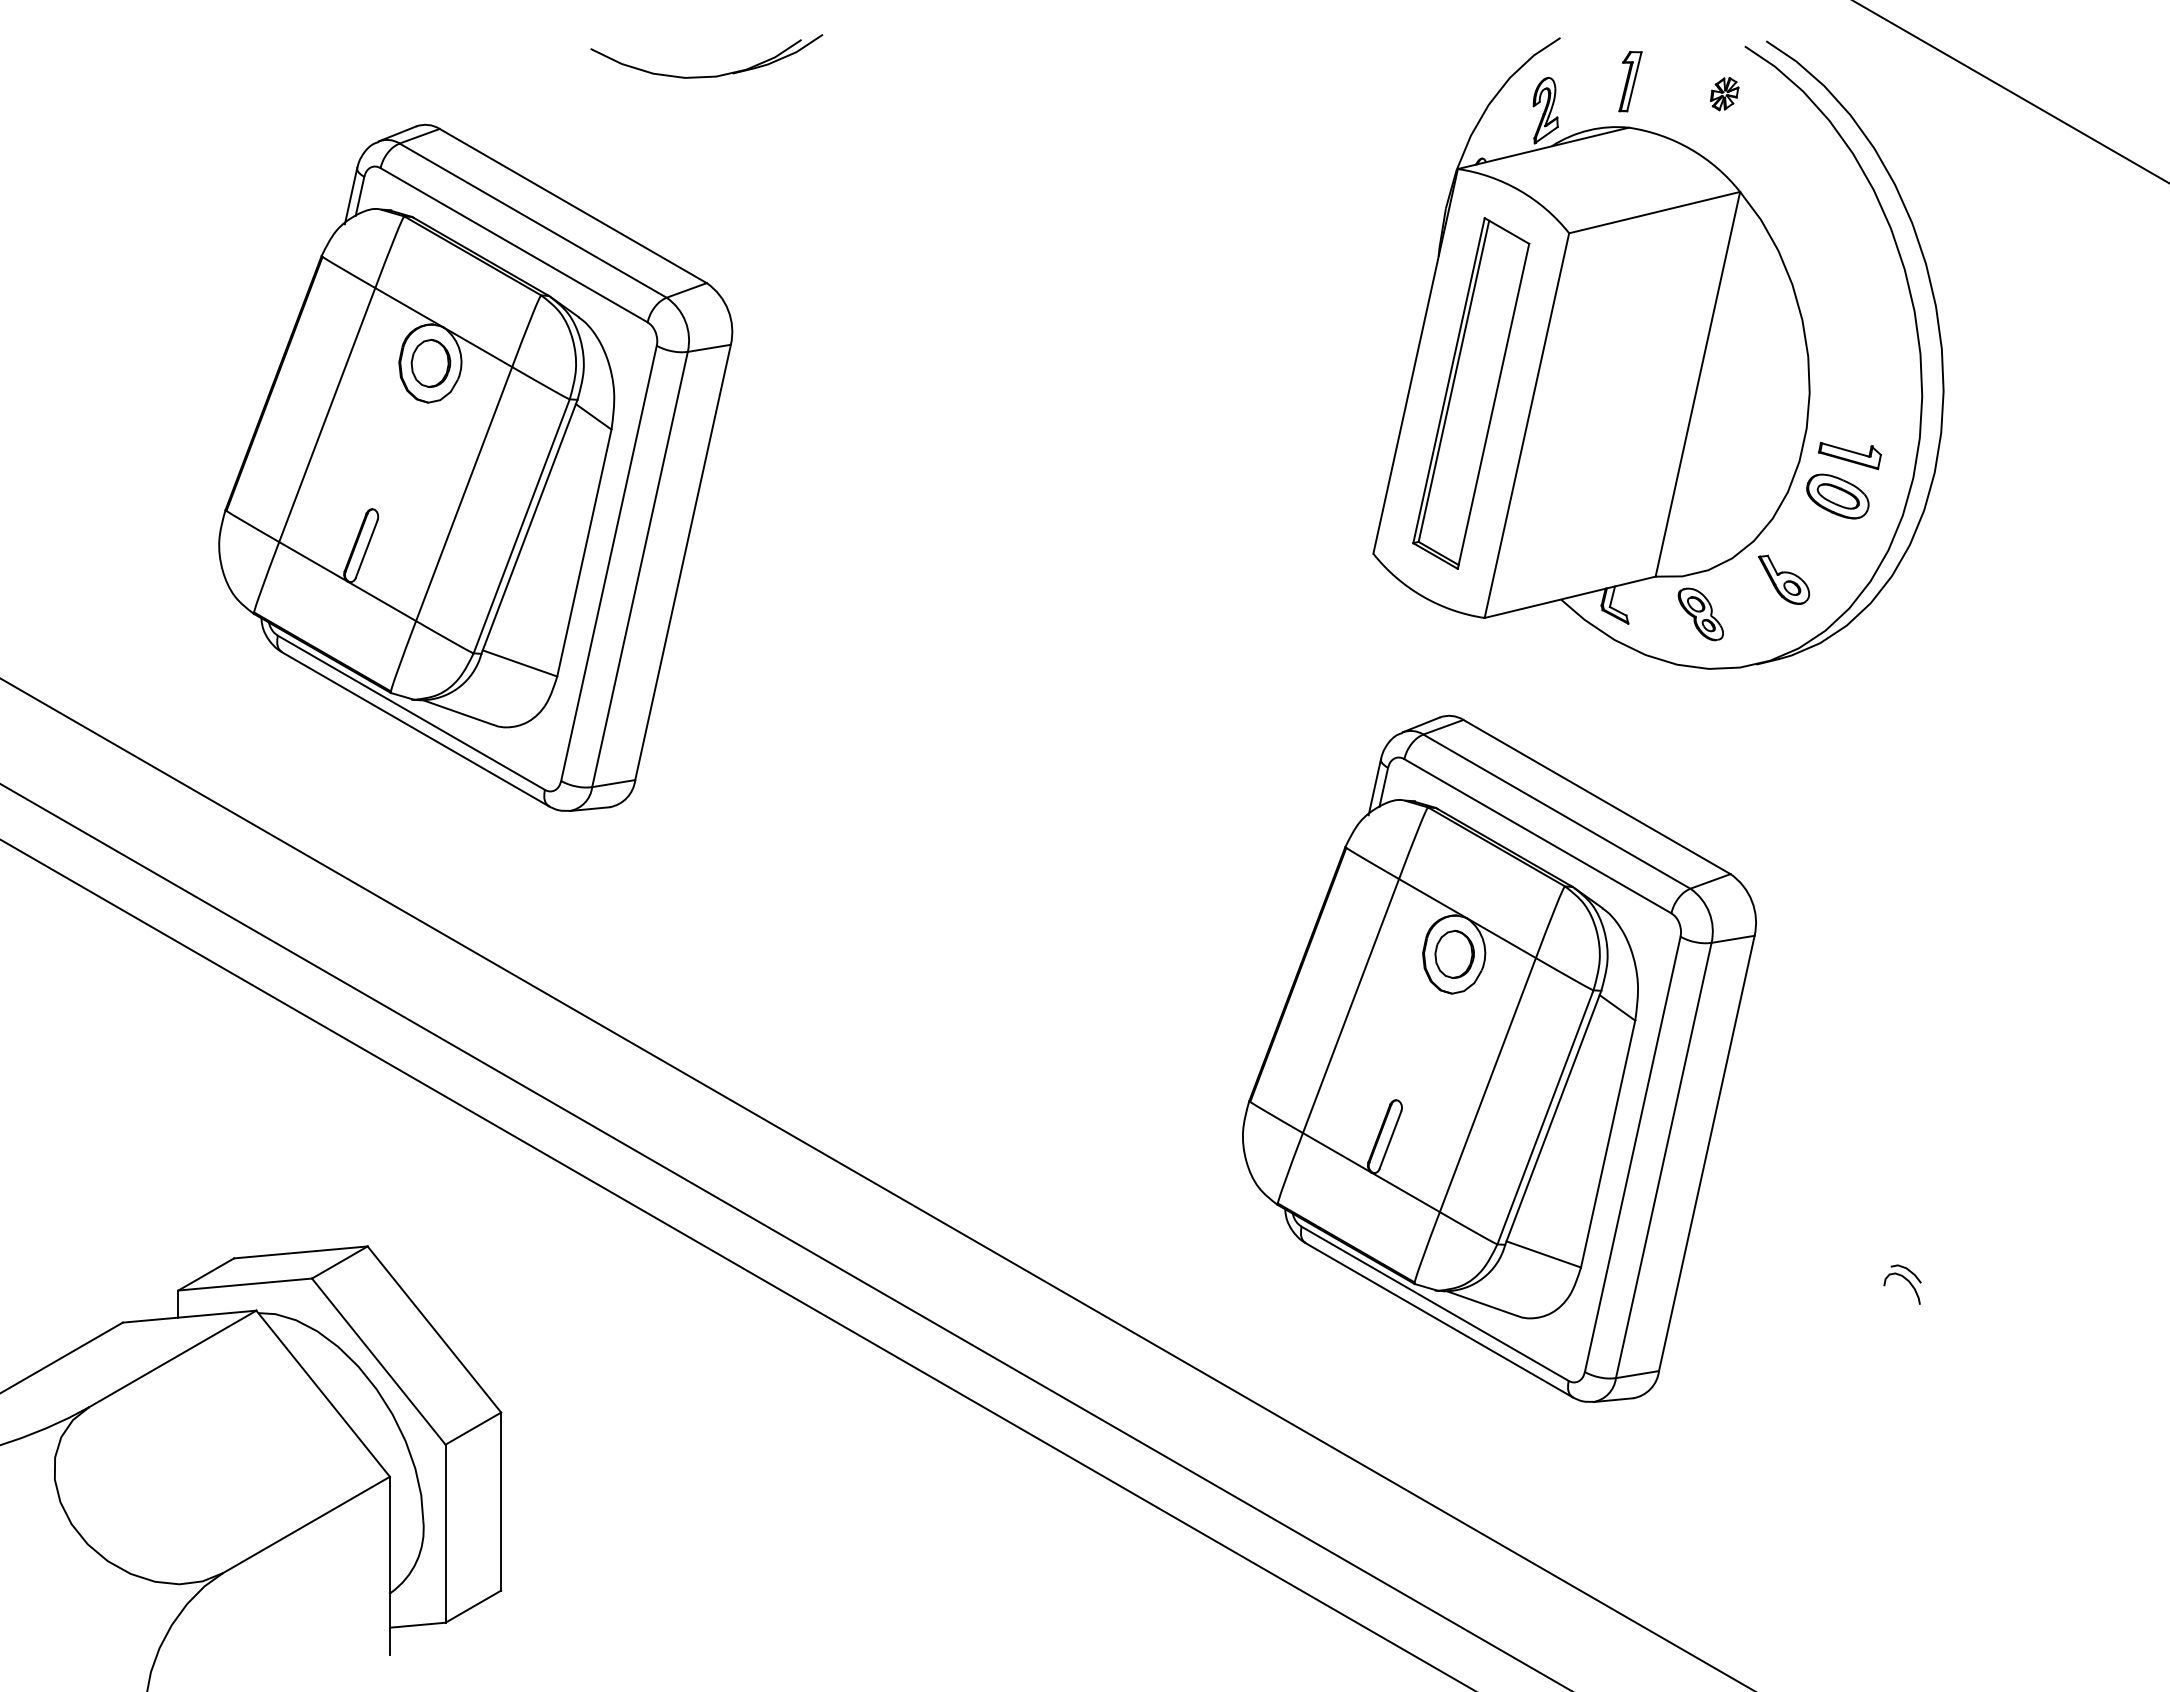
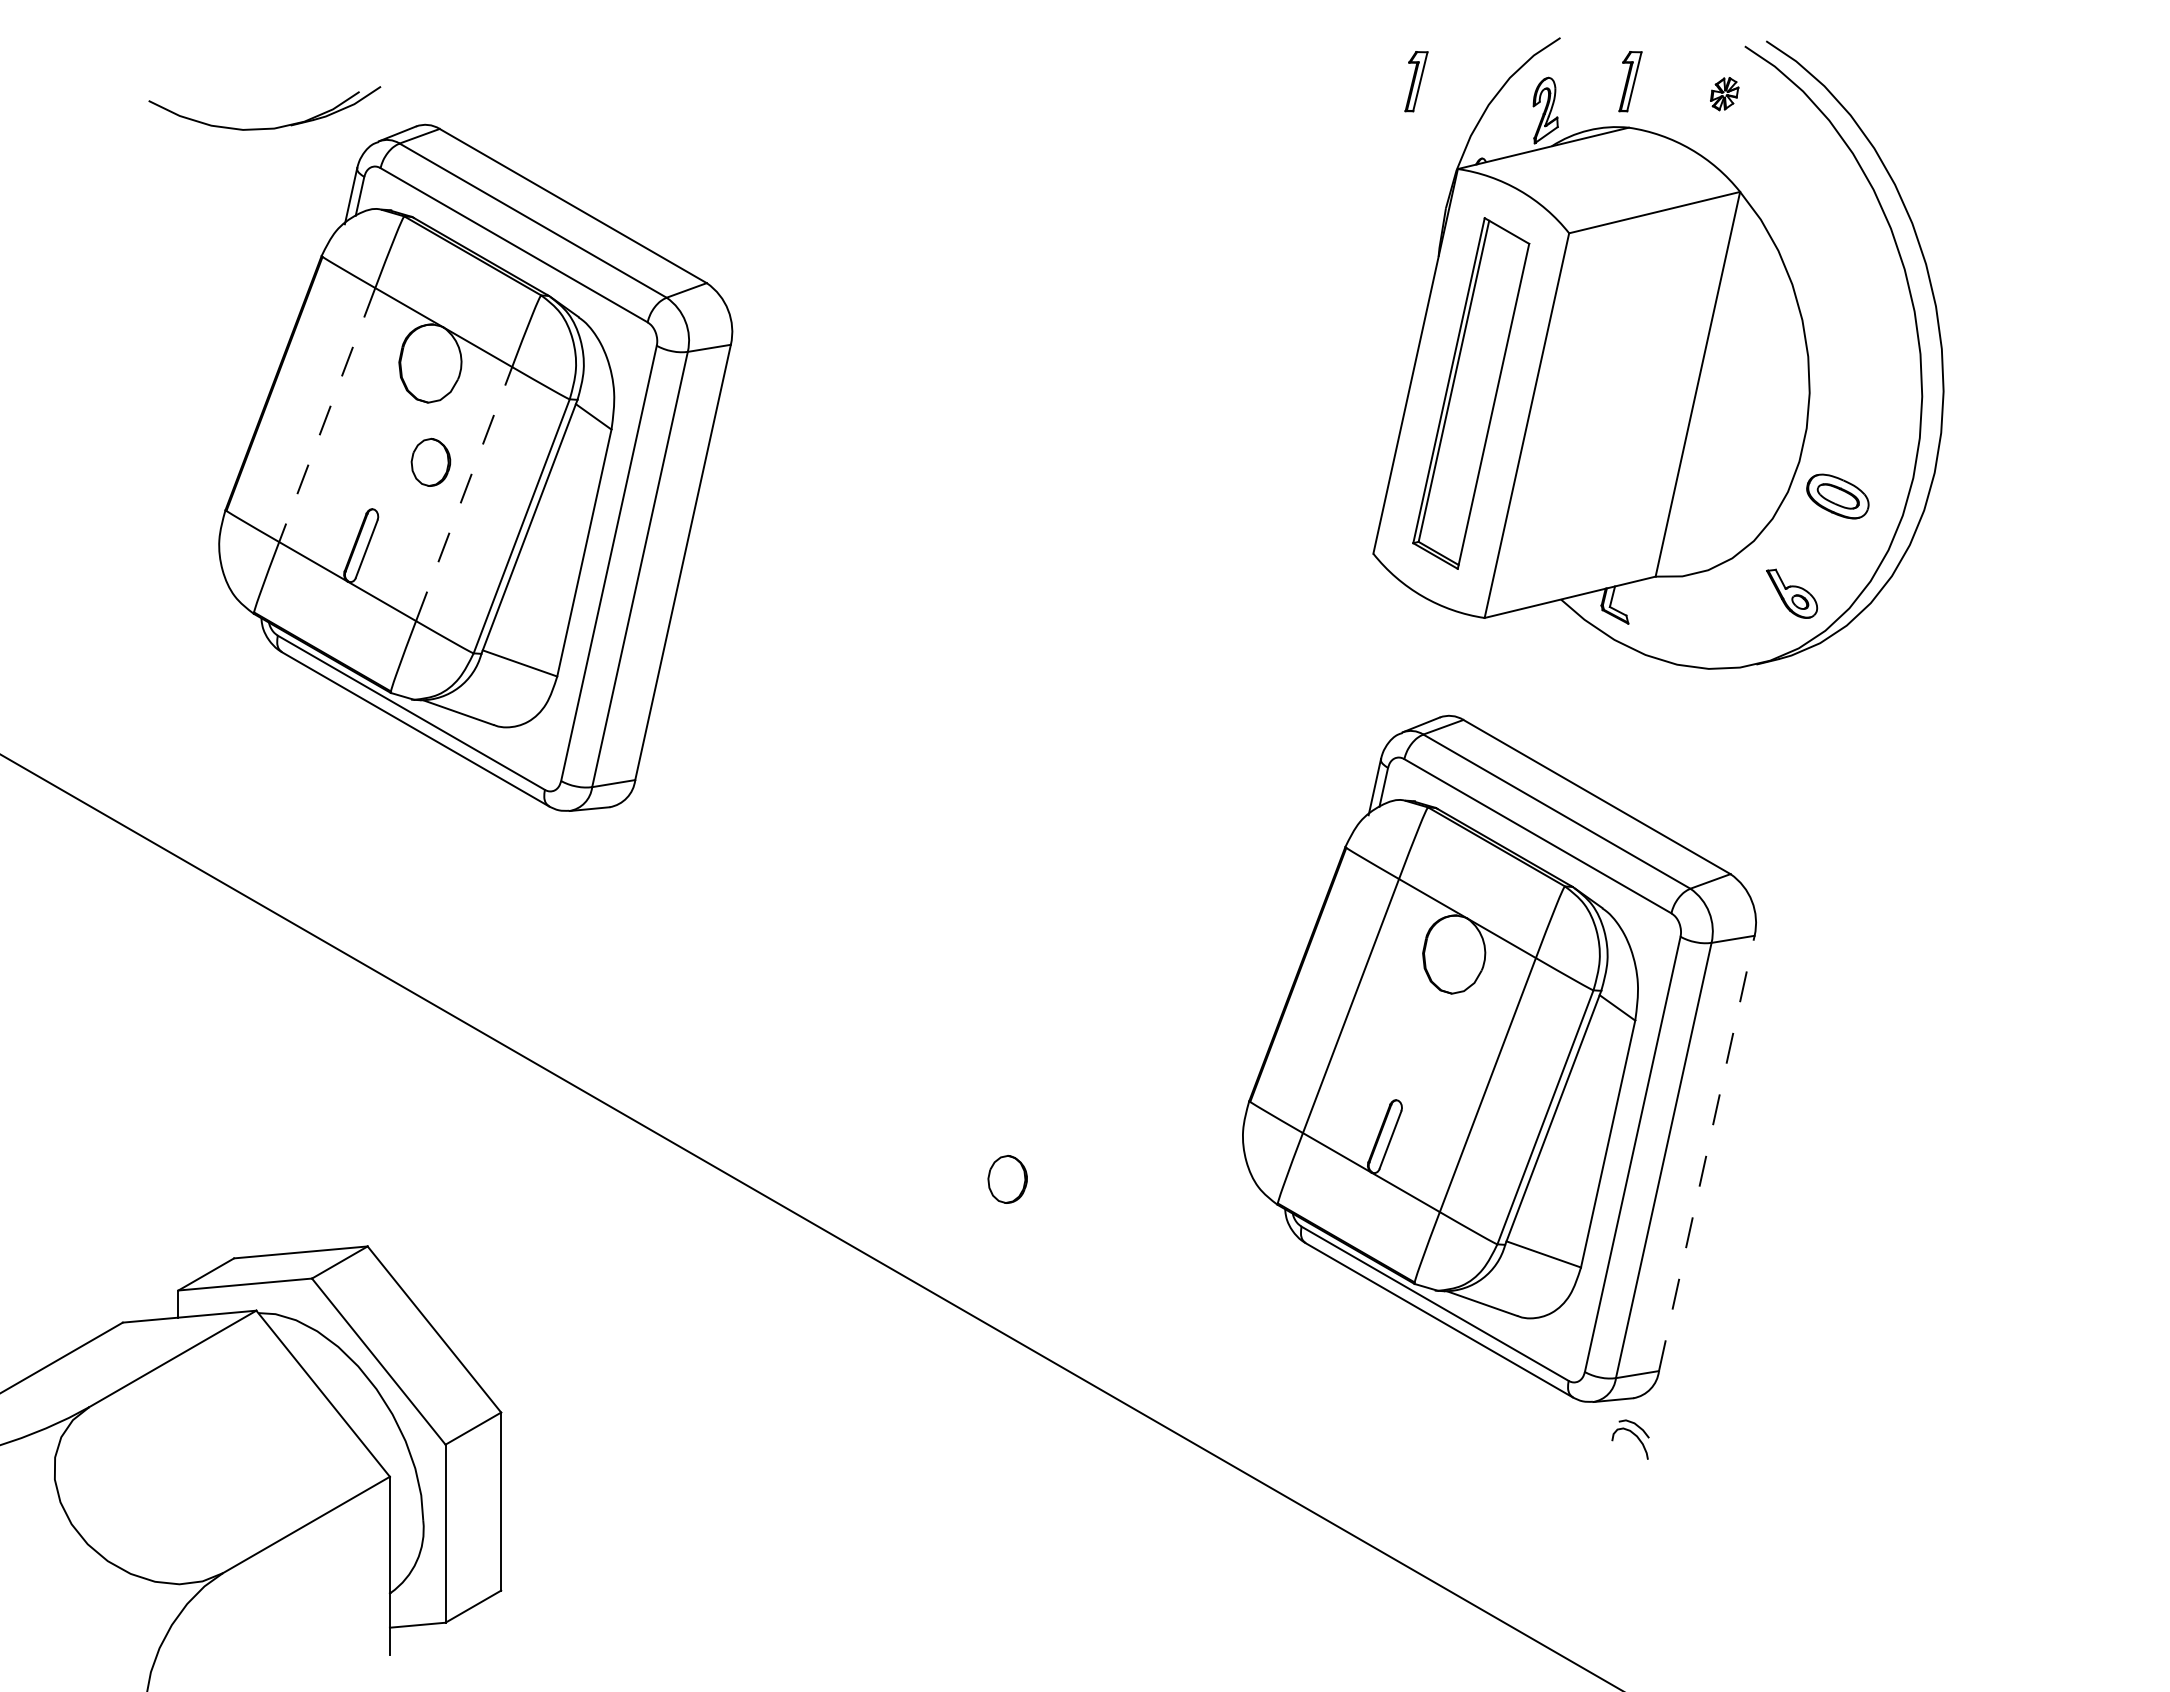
part at (710, 75) position: (710, 75) -> (268, 127)
part at (1416, 81): none -> present
line at (2010, 91): present -> none
part at (430, 362) position: (430, 362) -> (430, 461)
line at (327, 415): solid -> dashed
part at (1849, 456): present -> none
line at (464, 494): solid -> dashed
part at (1784, 579) position: (1784, 579) -> (1792, 593)
part at (1700, 614): present -> none
part at (1454, 954) position: (1454, 954) -> (1007, 1179)
line at (1706, 1153): solid -> dashed
line at (876, 1183): present -> none
line at (784, 1236) position: (784, 1236) -> (810, 1221)
line at (736, 1264): present -> none
part at (1902, 1284) position: (1902, 1284) -> (1630, 1439)
